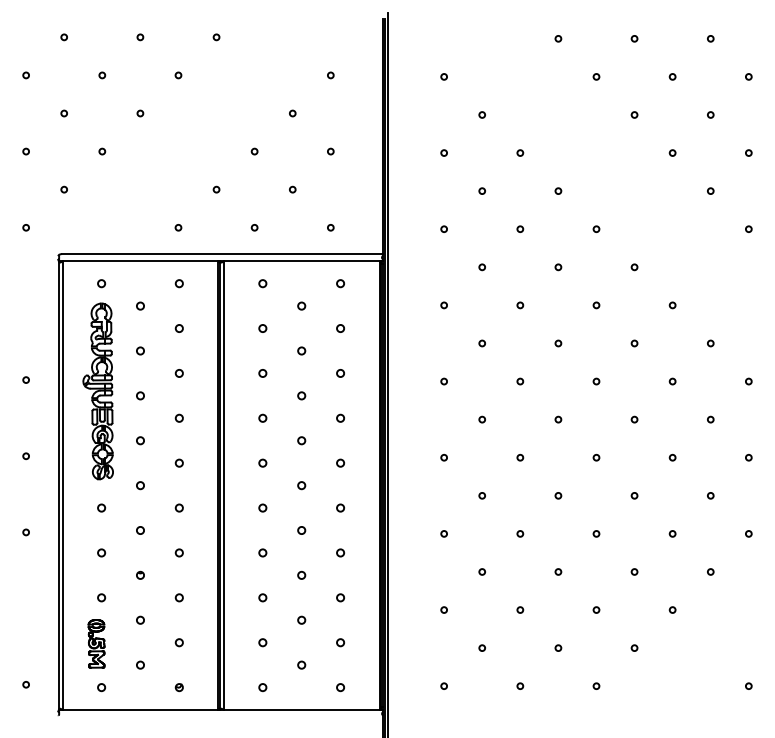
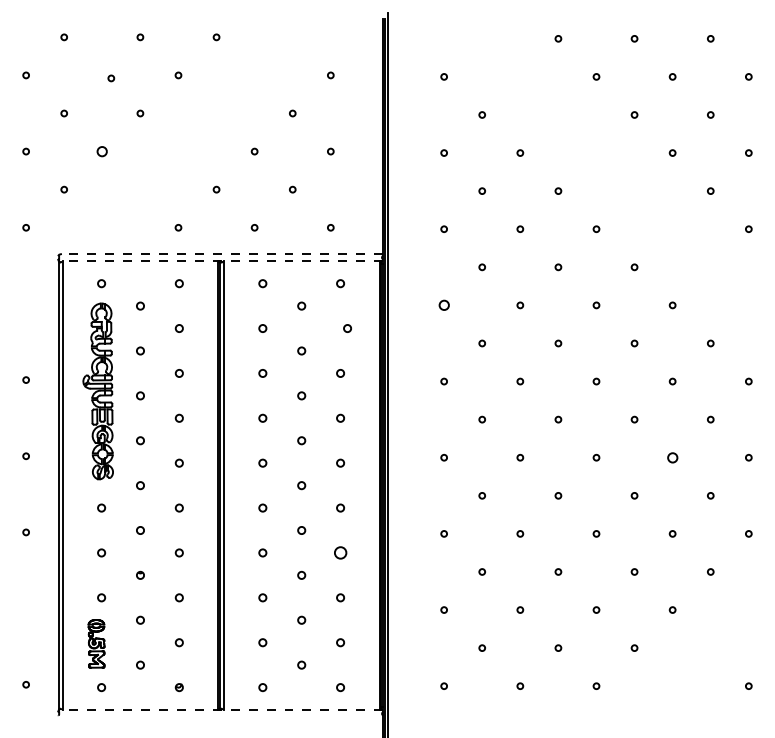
circle at (102, 75) position: (102, 75) -> (111, 78)
circle at (102, 151) size: 9x9 px -> 12x12 px
line at (222, 254): solid -> dashed
line at (220, 261): solid -> dashed
circle at (443, 305) size: 8x9 px -> 12x12 px
circle at (340, 328) position: (340, 328) -> (347, 328)
circle at (672, 457) size: 9x9 px -> 12x12 px
circle at (340, 552) size: 9x10 px -> 14x14 px
line at (220, 710): solid -> dashed
